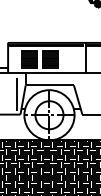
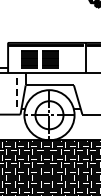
line at (16, 95): solid -> dashed
